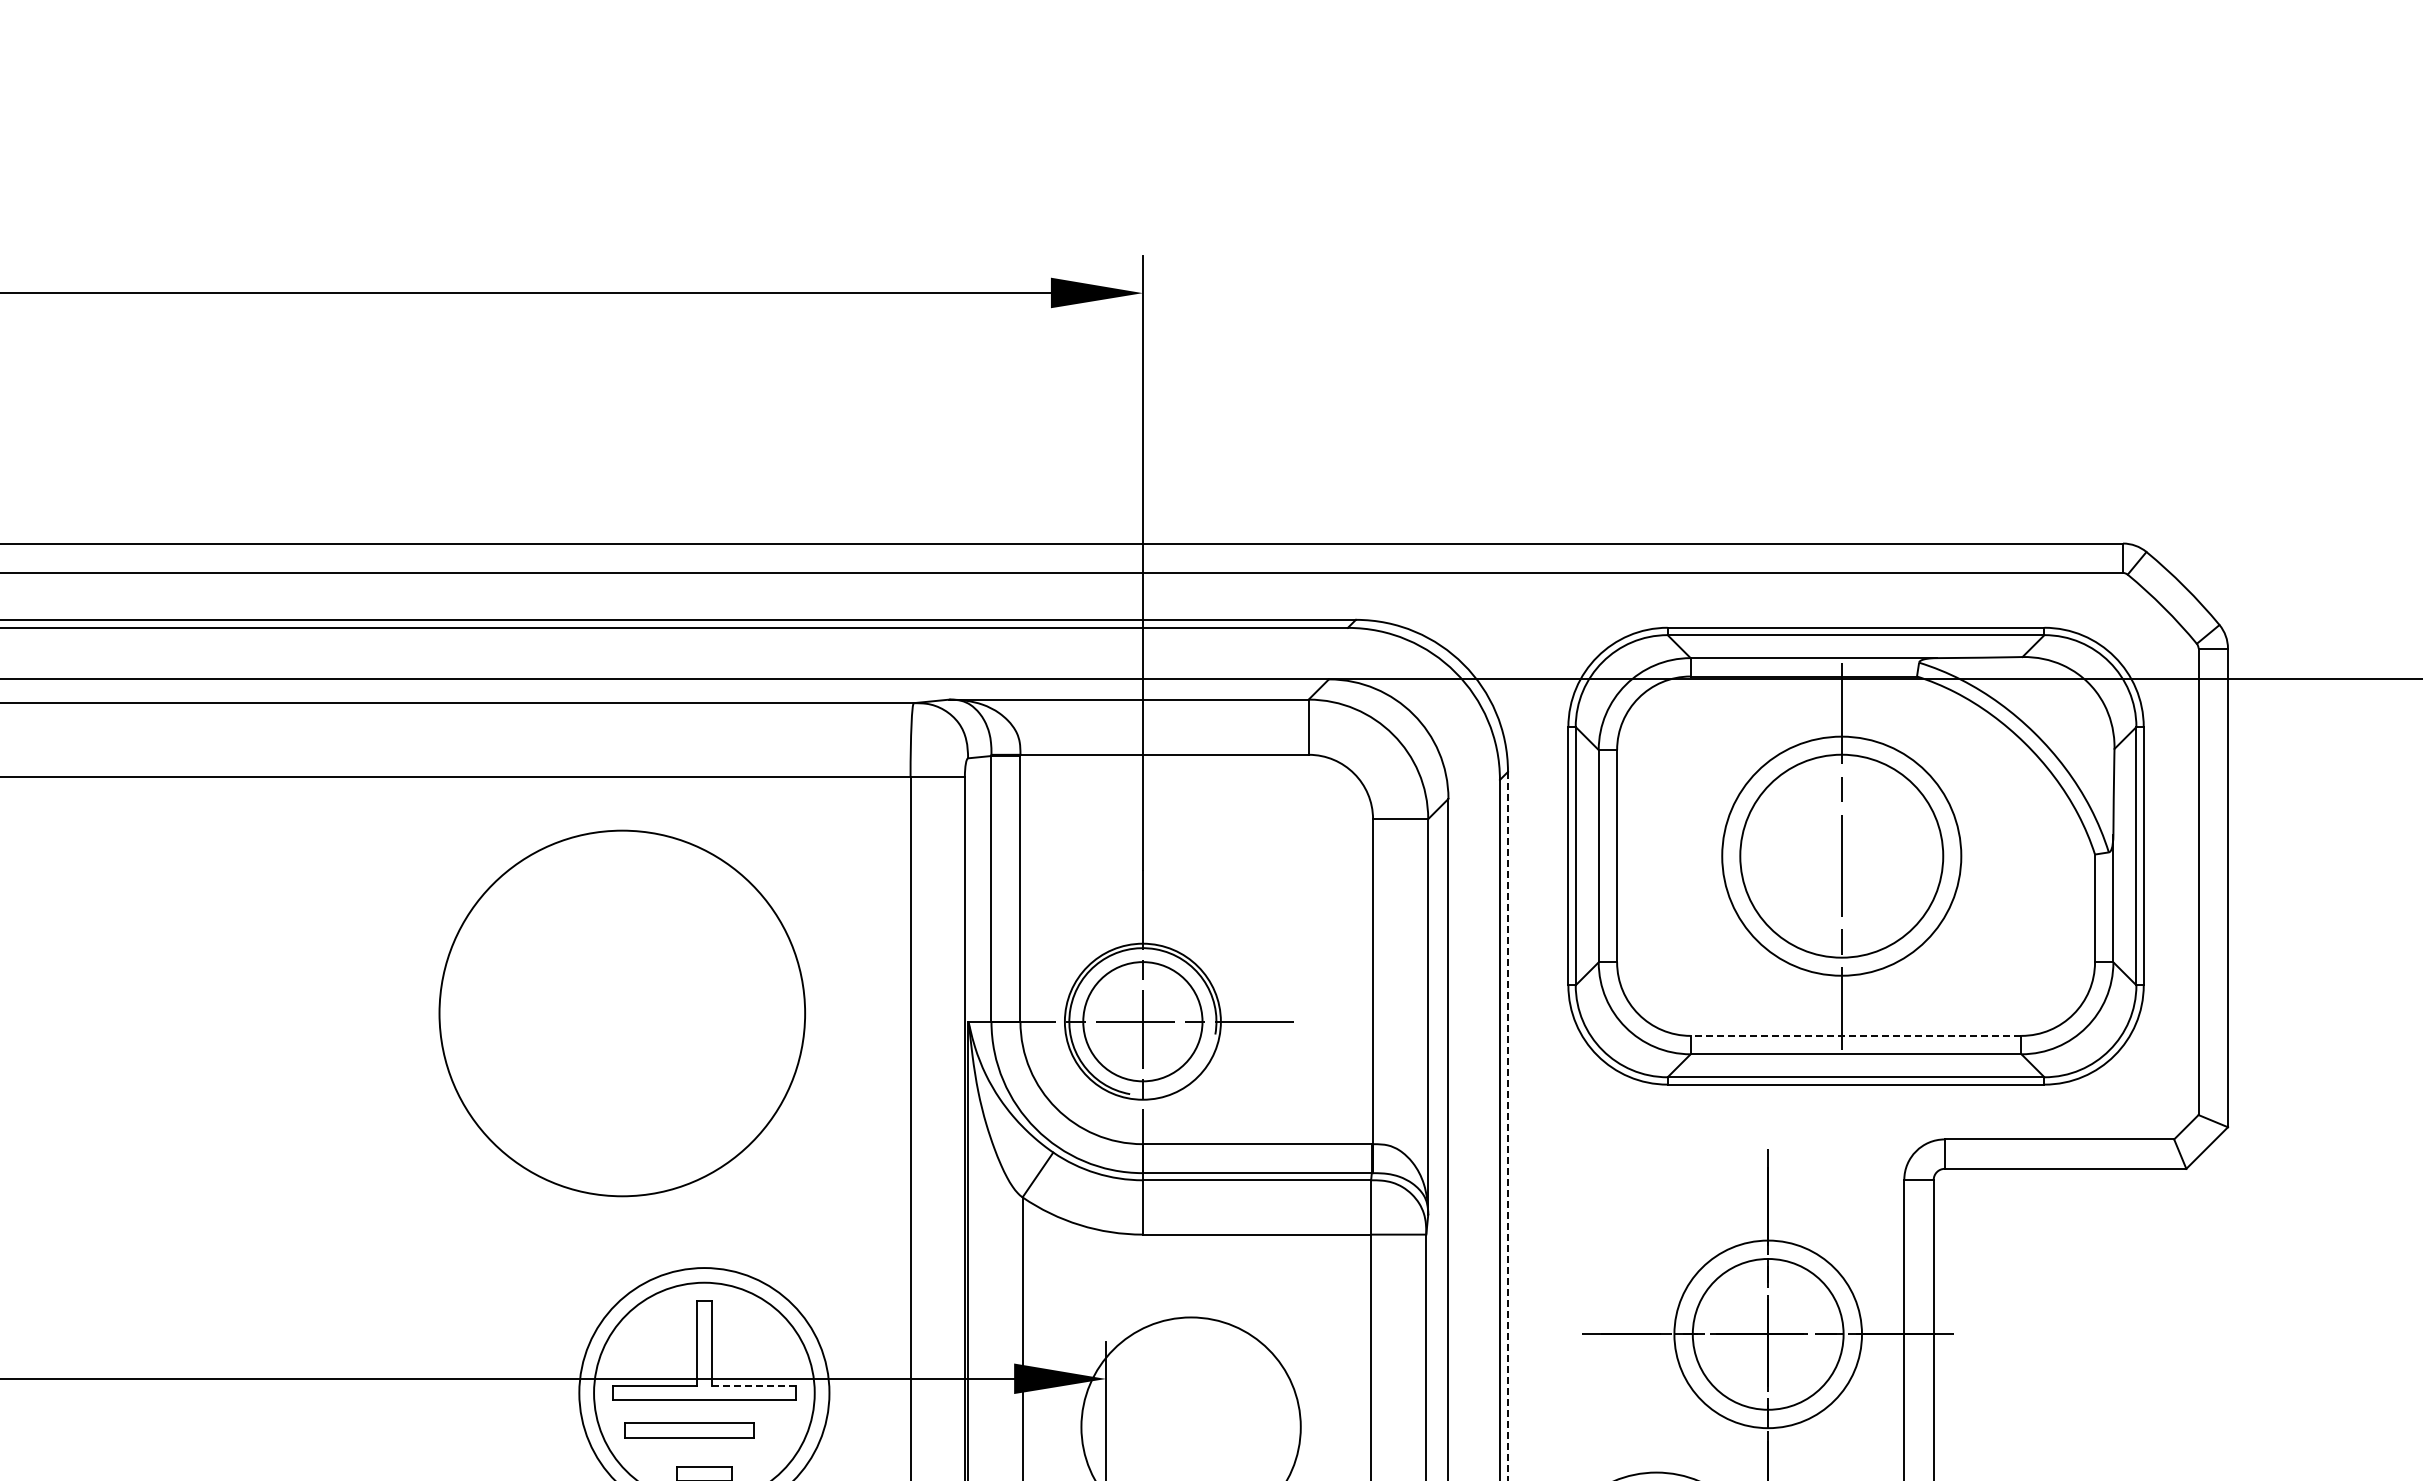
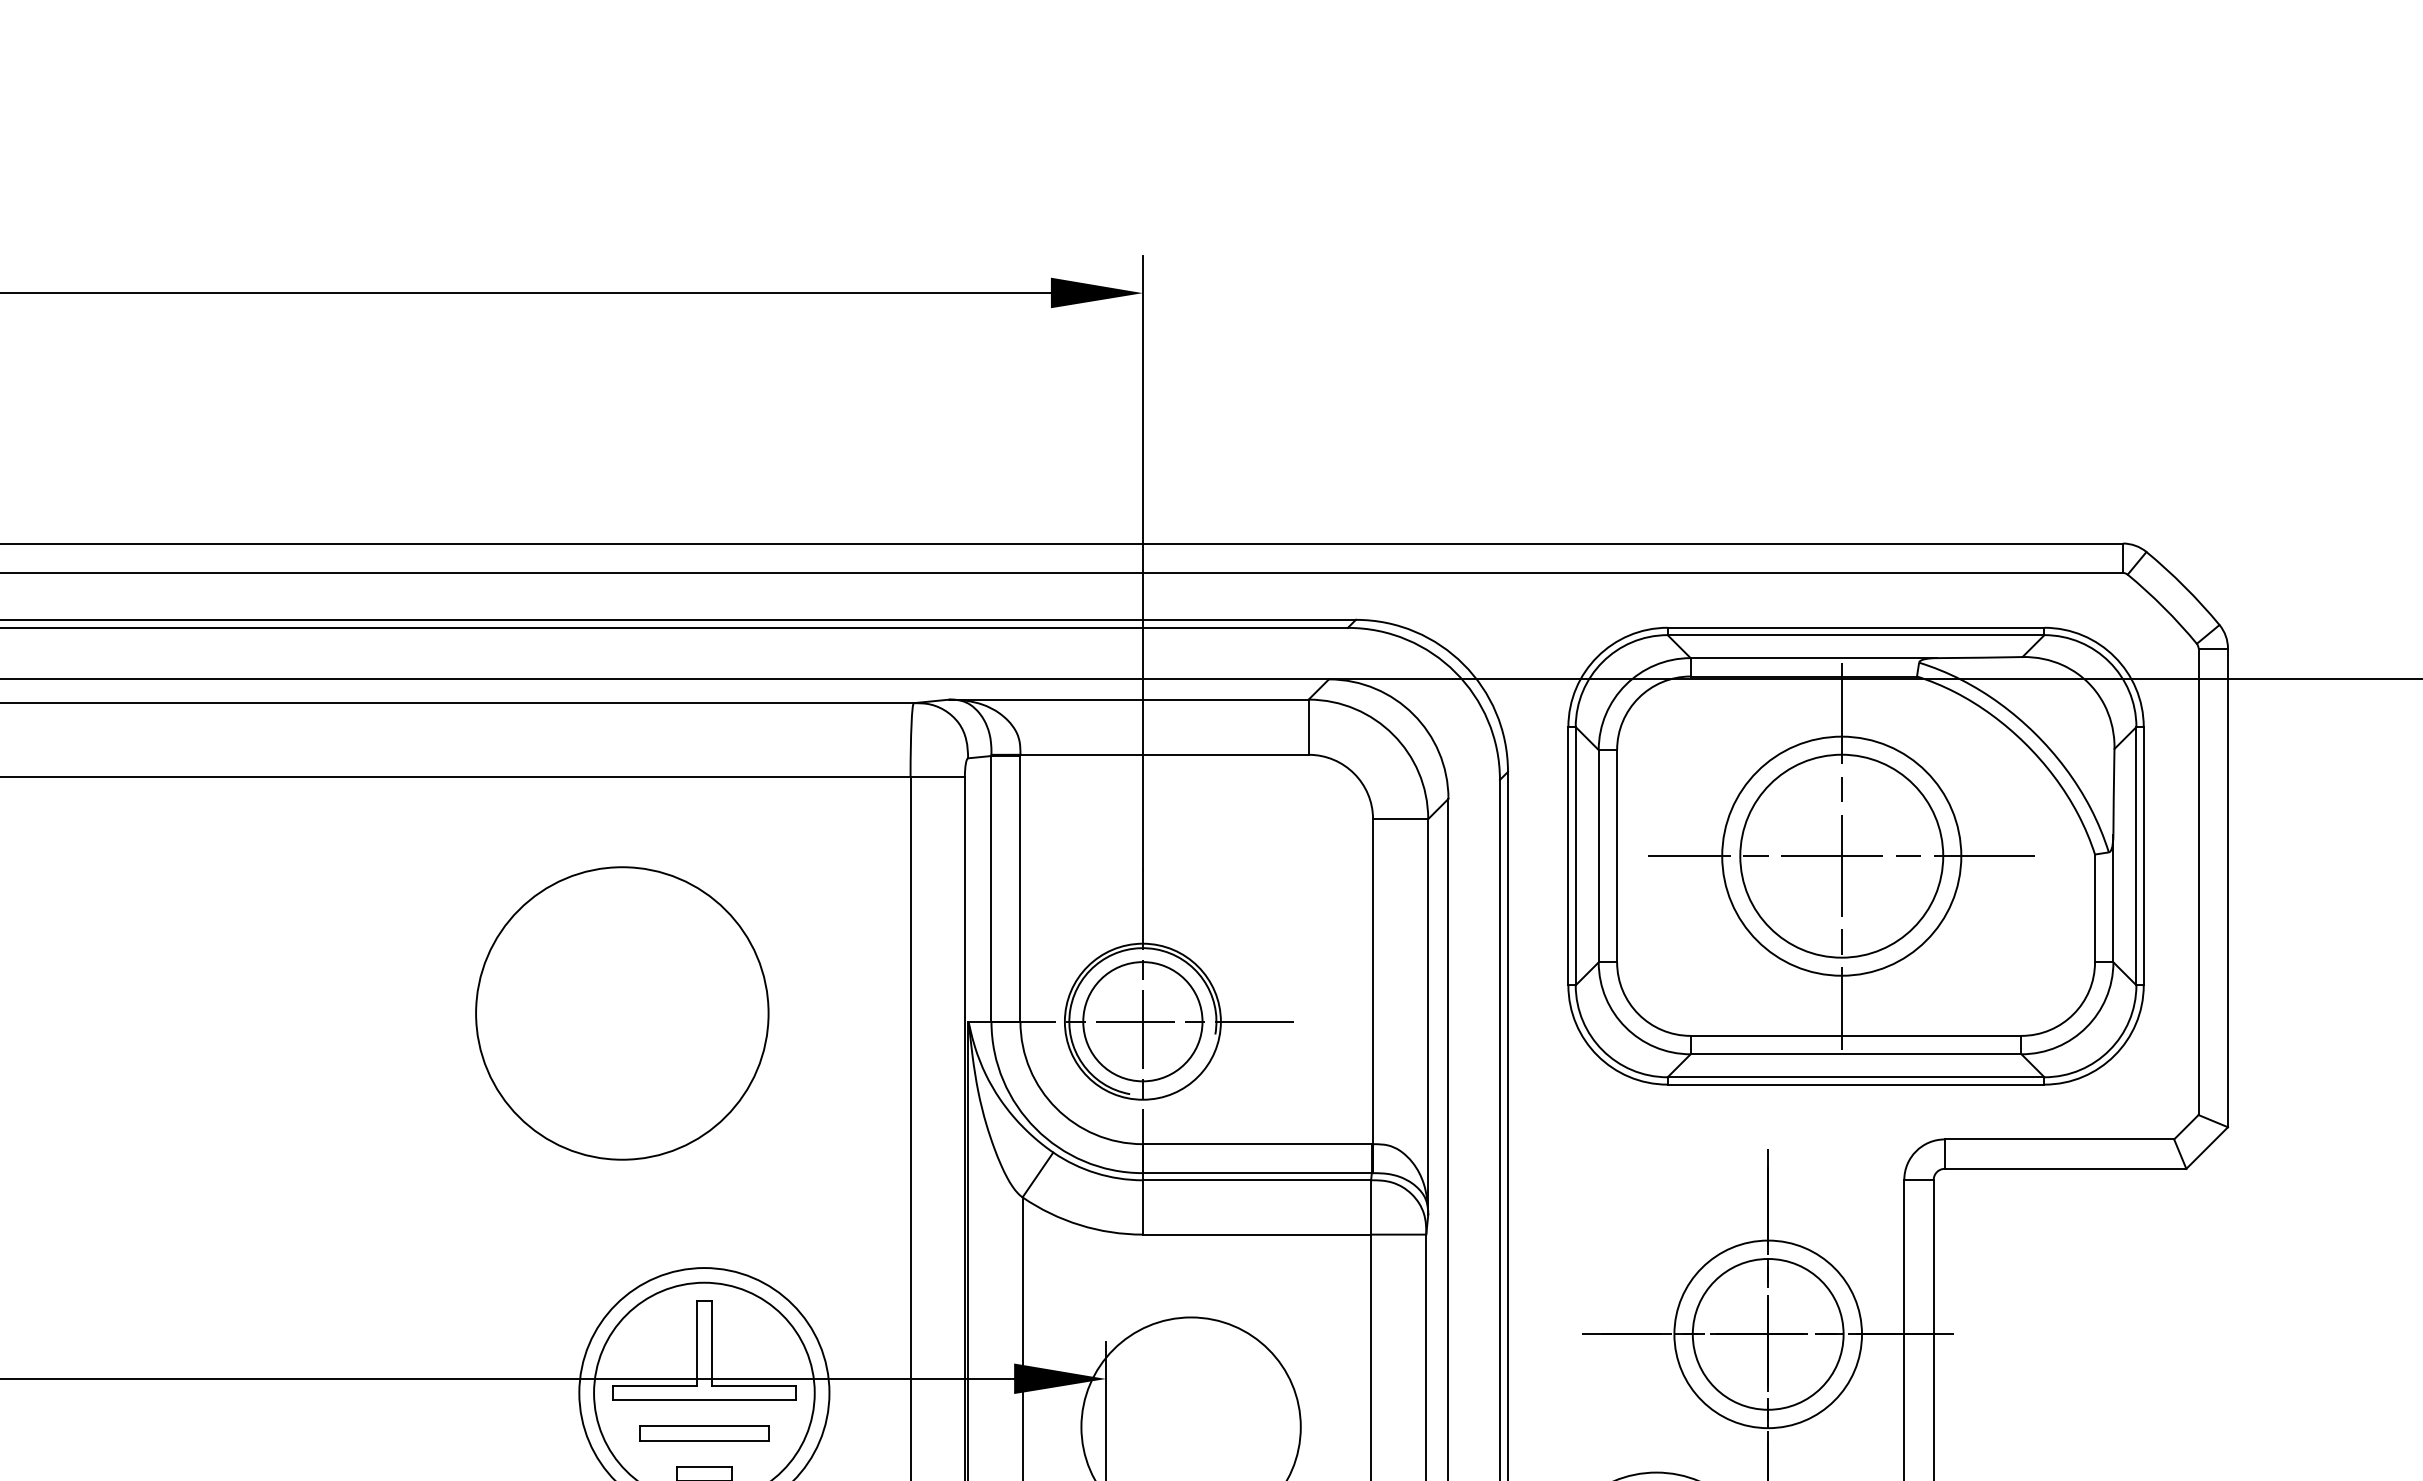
line at (1841, 856): none -> present
circle at (622, 1013) diameter: 366 px -> 293 px
line at (1855, 1035): dashed -> solid
line at (1508, 1126): dashed -> solid
line at (753, 1385): dashed -> solid
part at (689, 1430) position: (689, 1430) -> (704, 1433)
